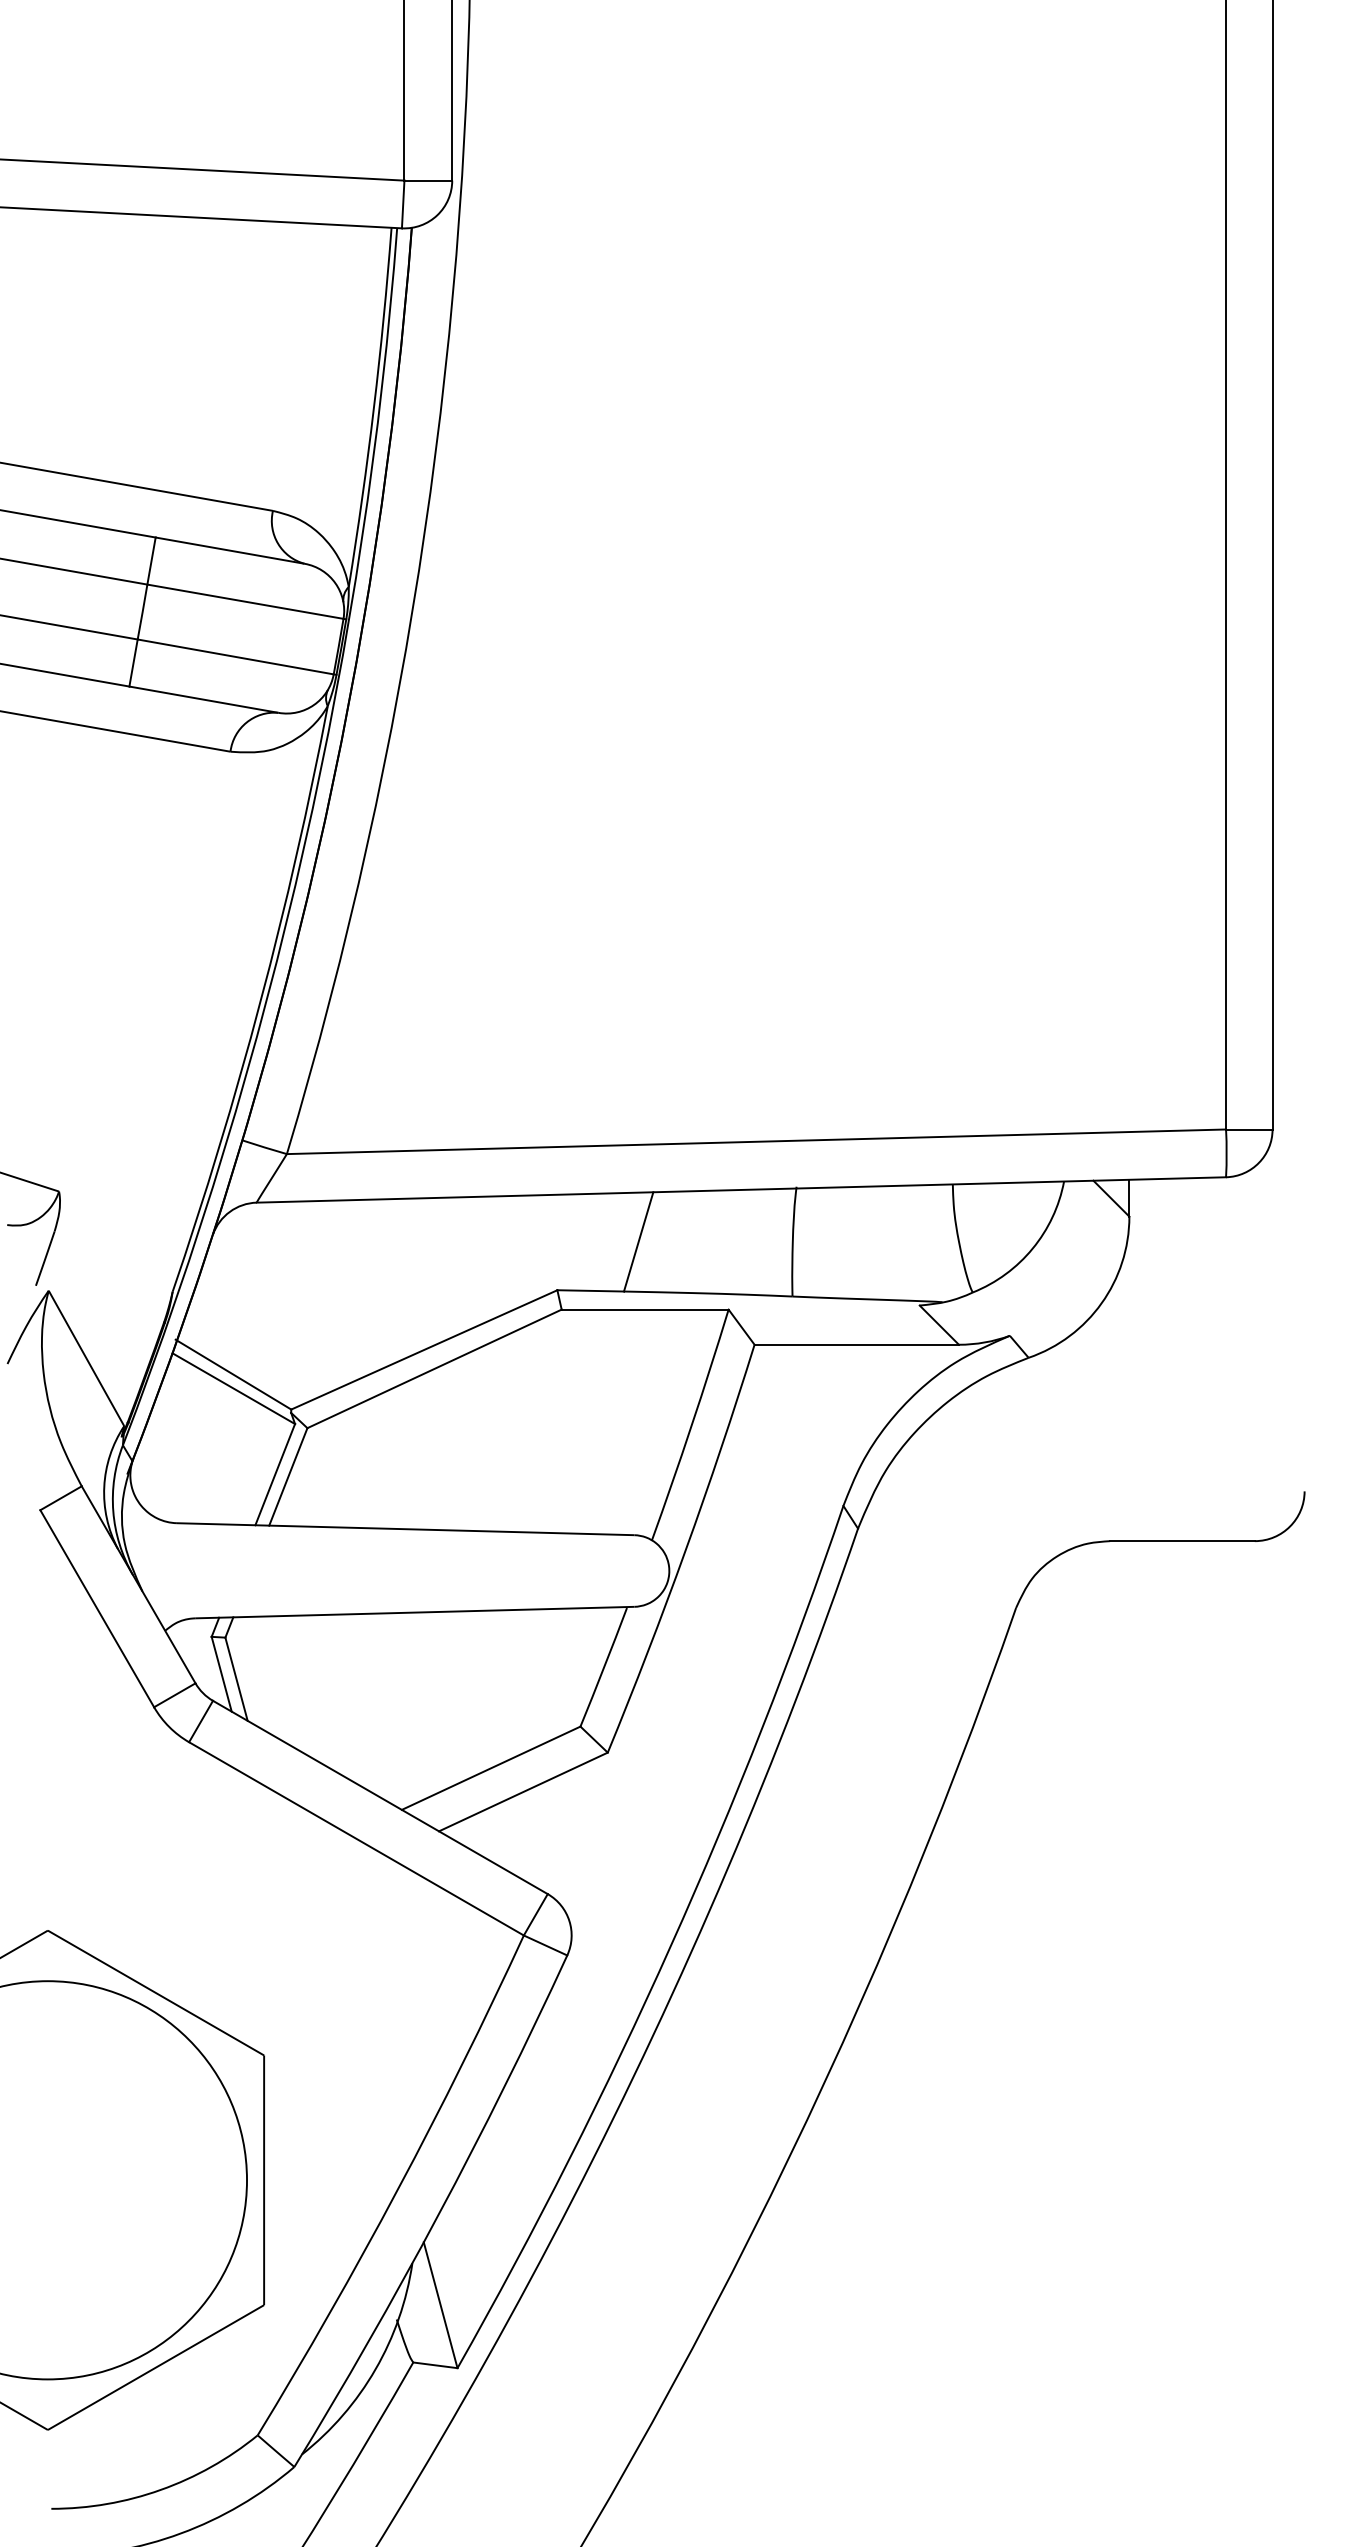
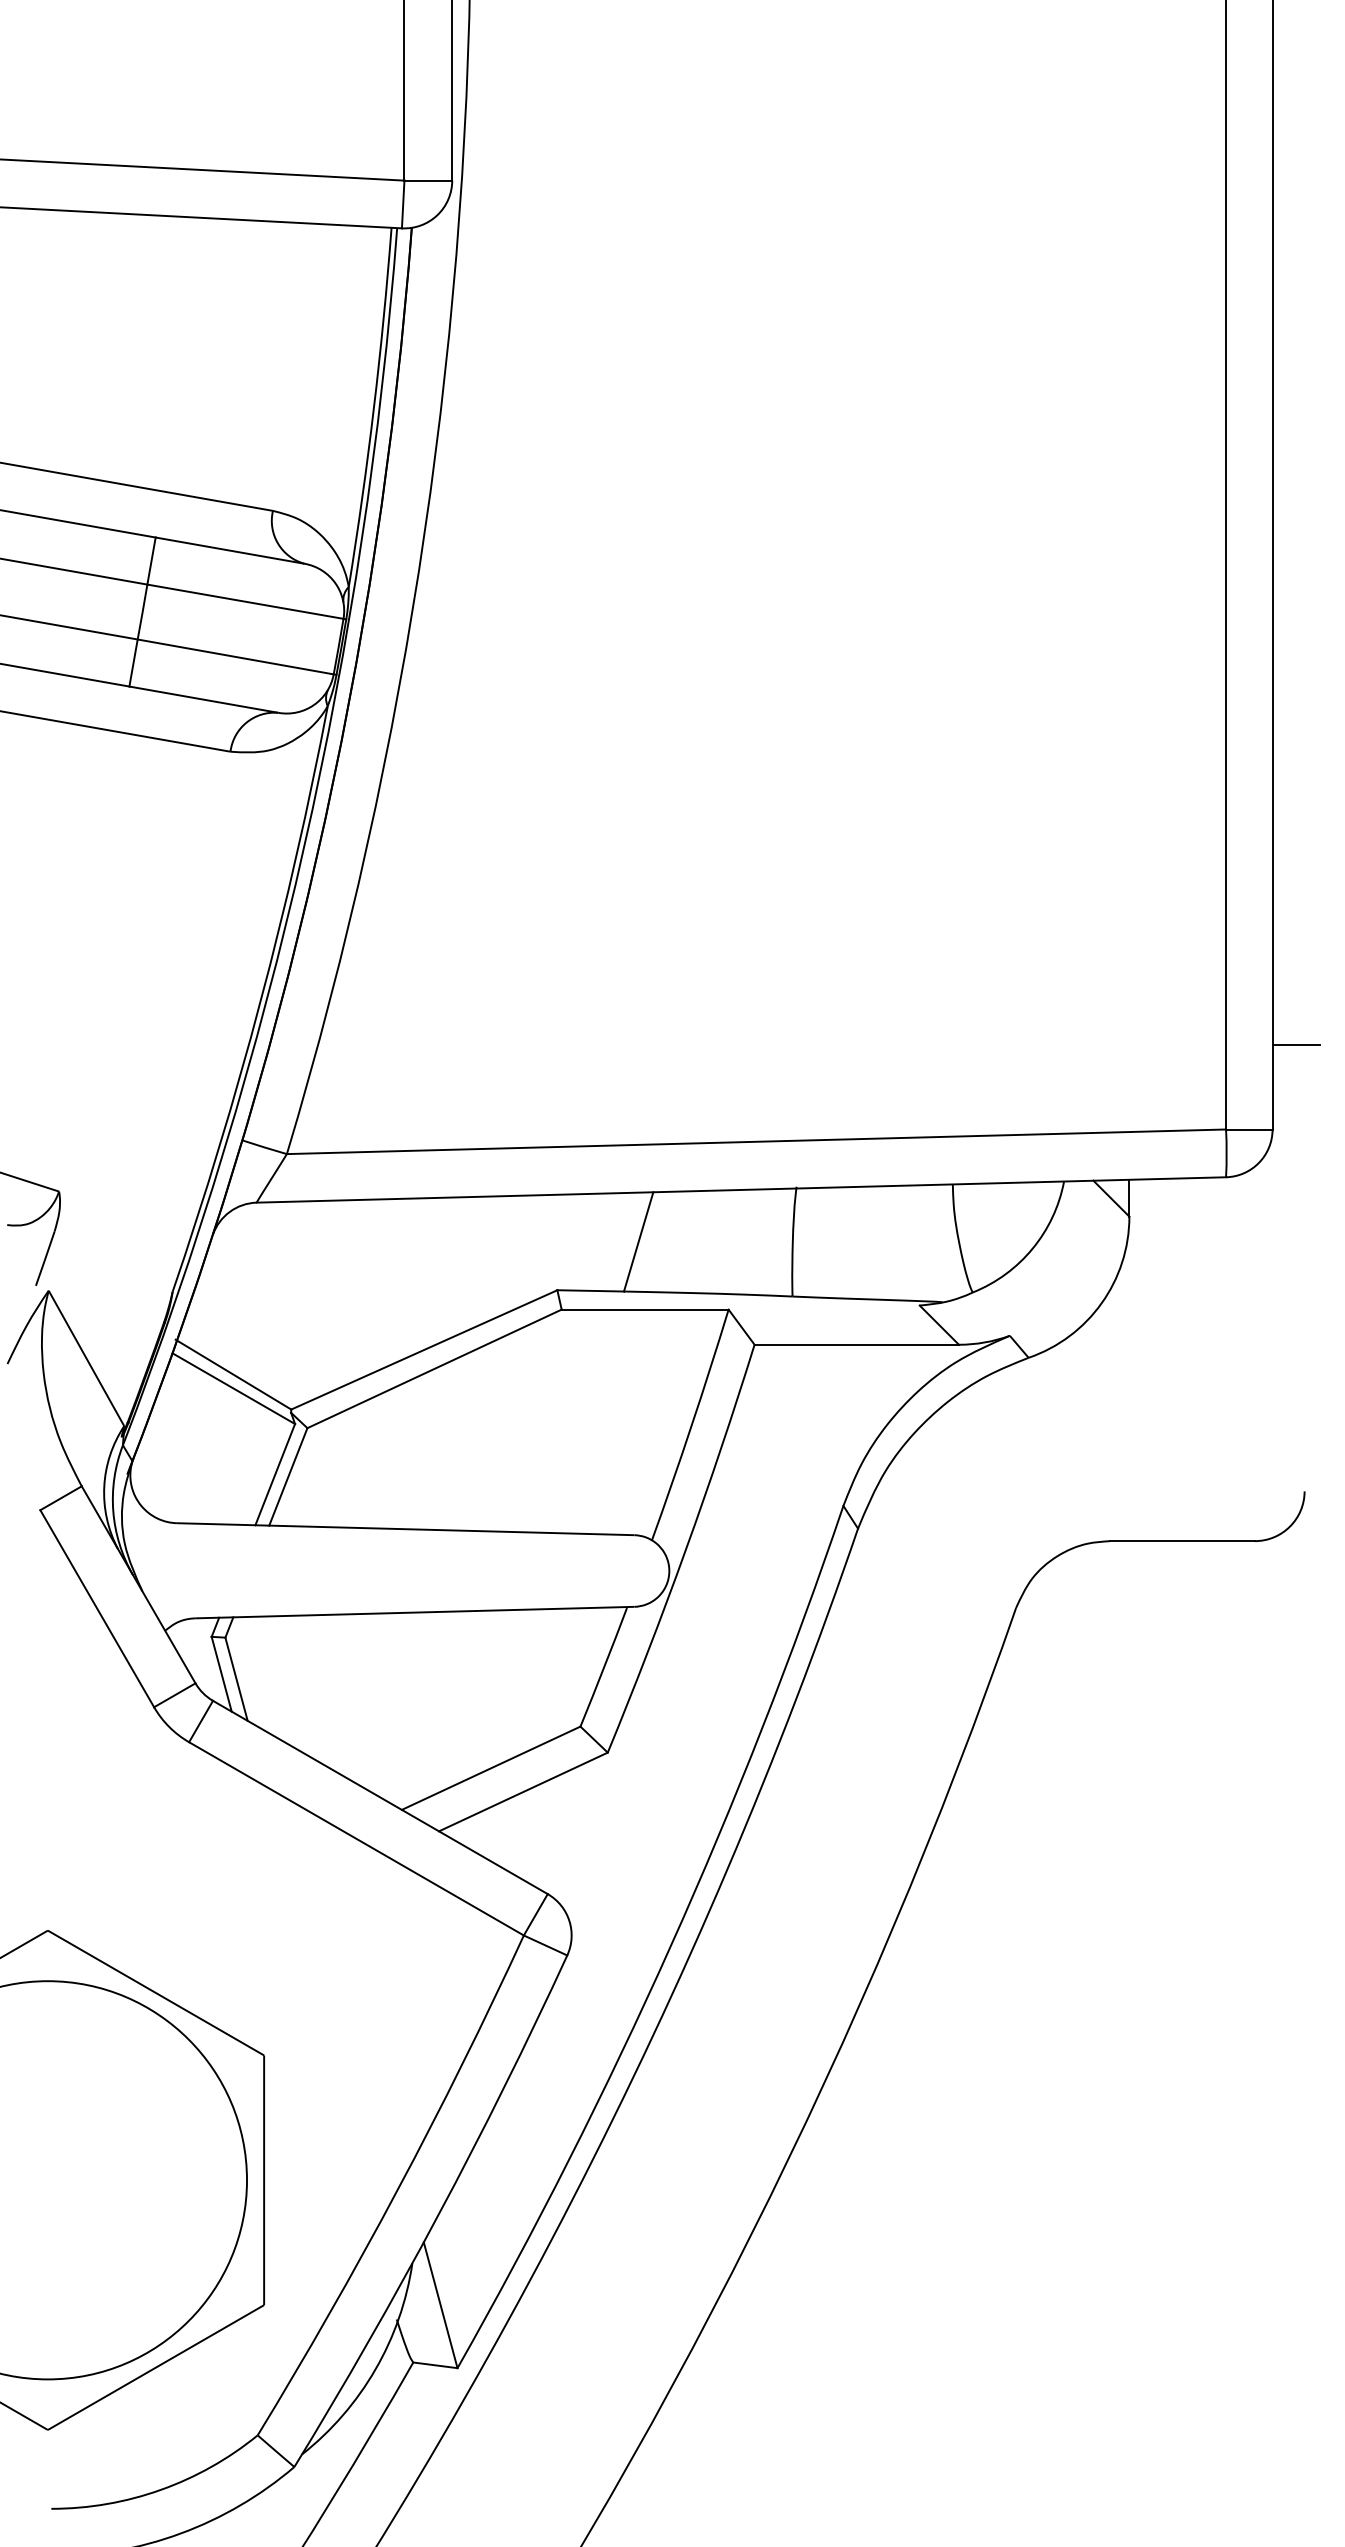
line at (1296, 1045): none -> present
